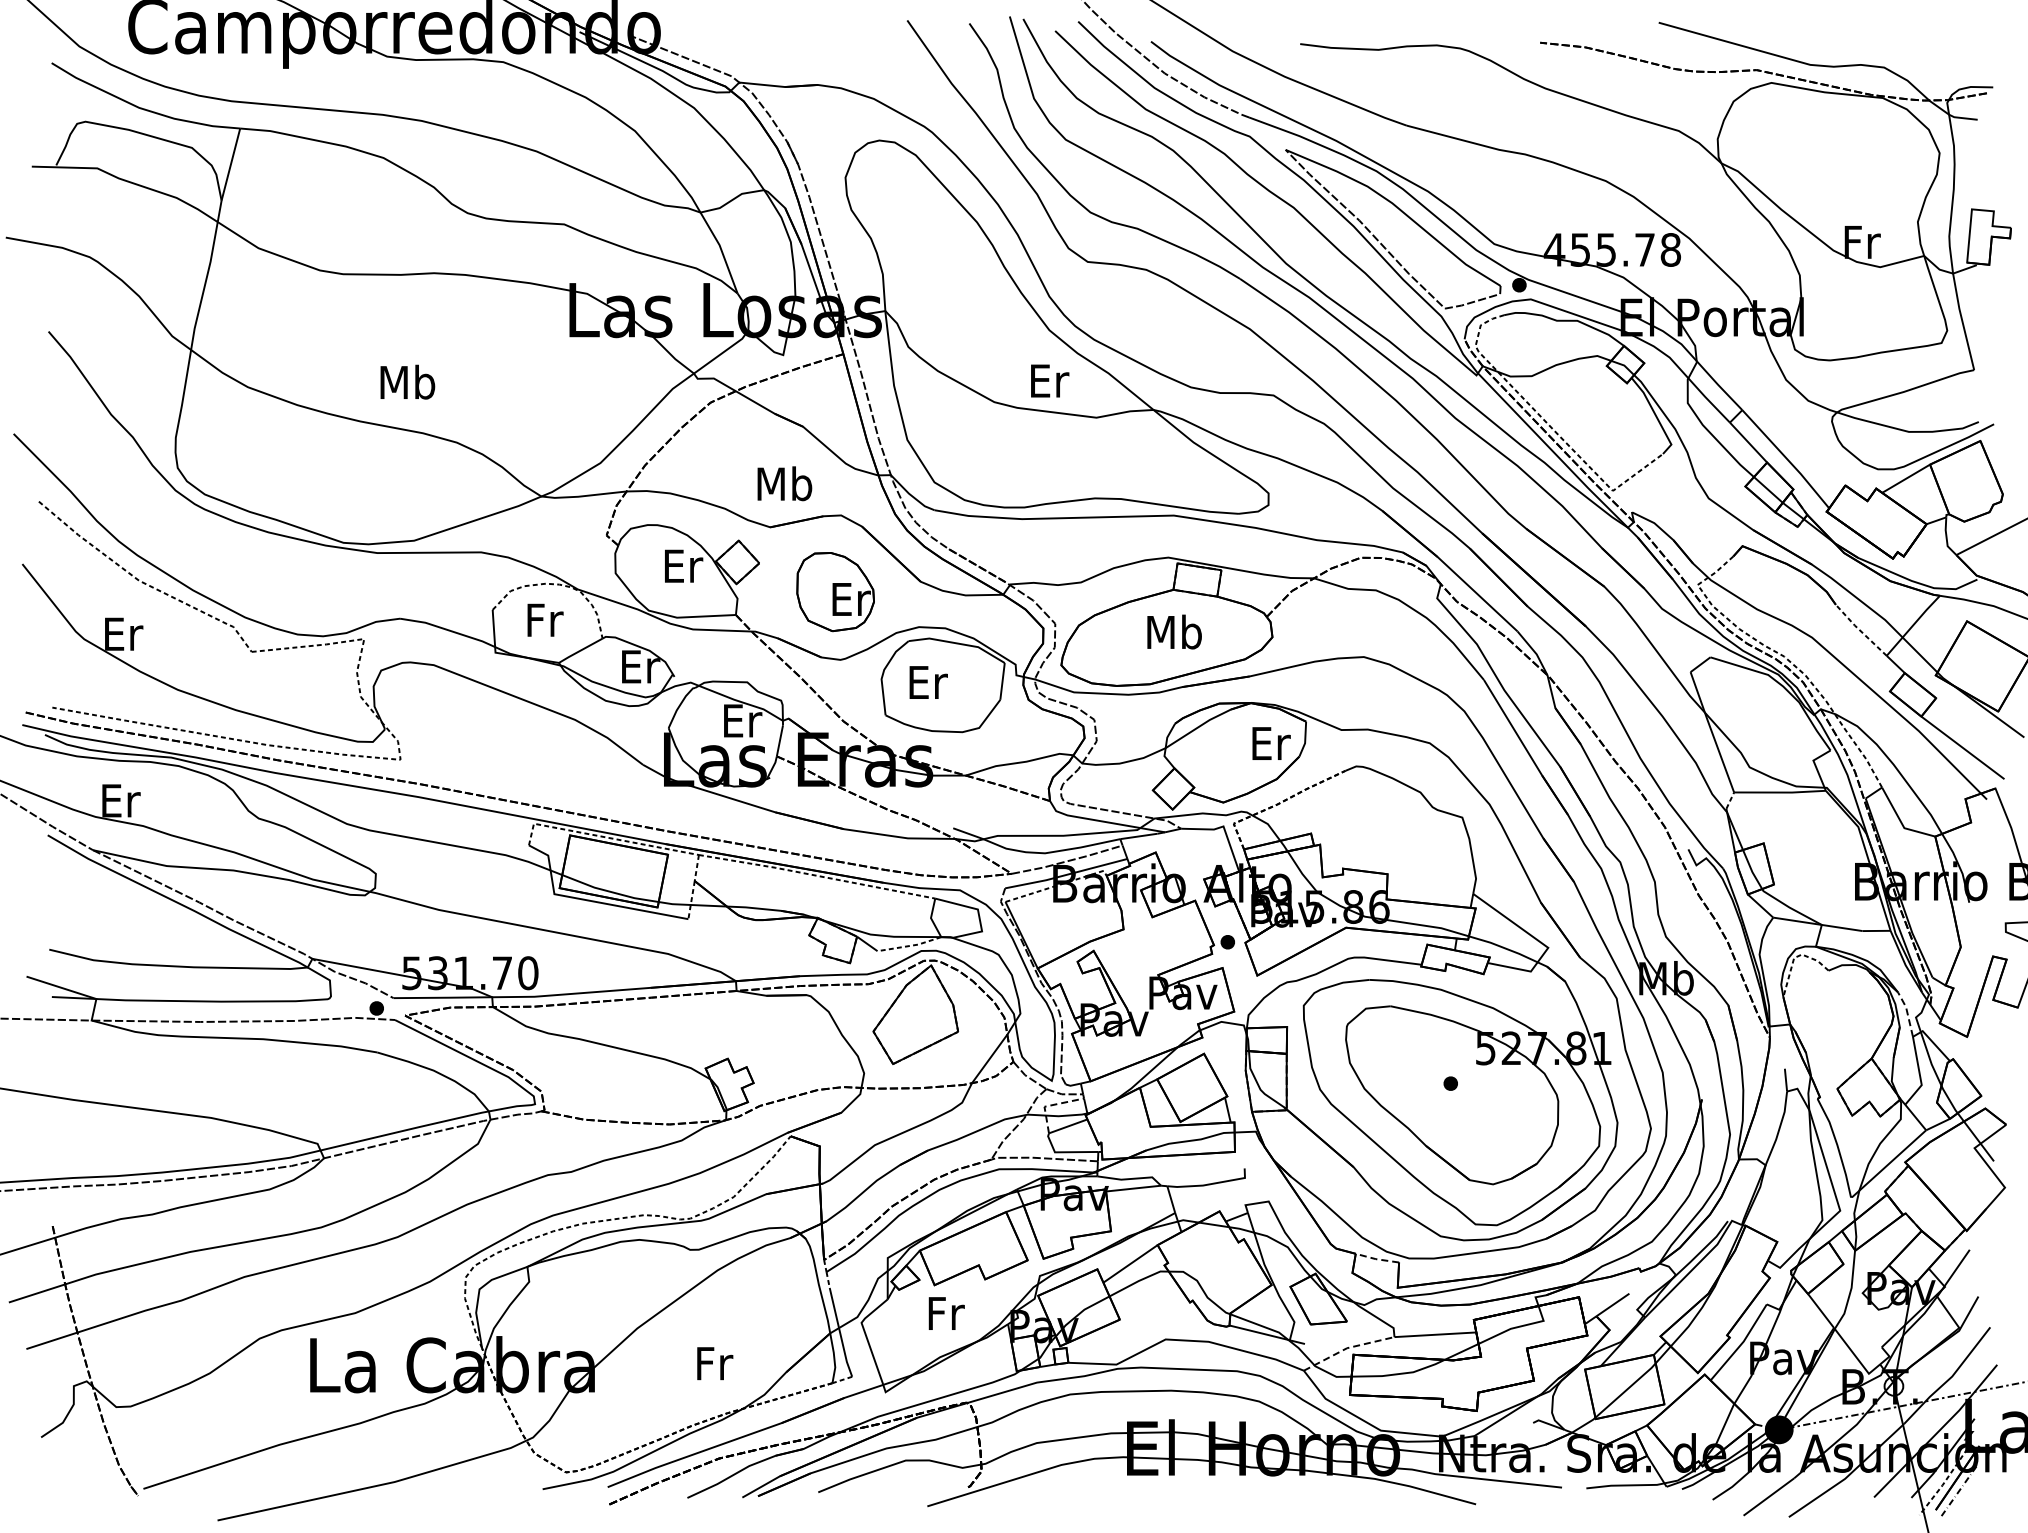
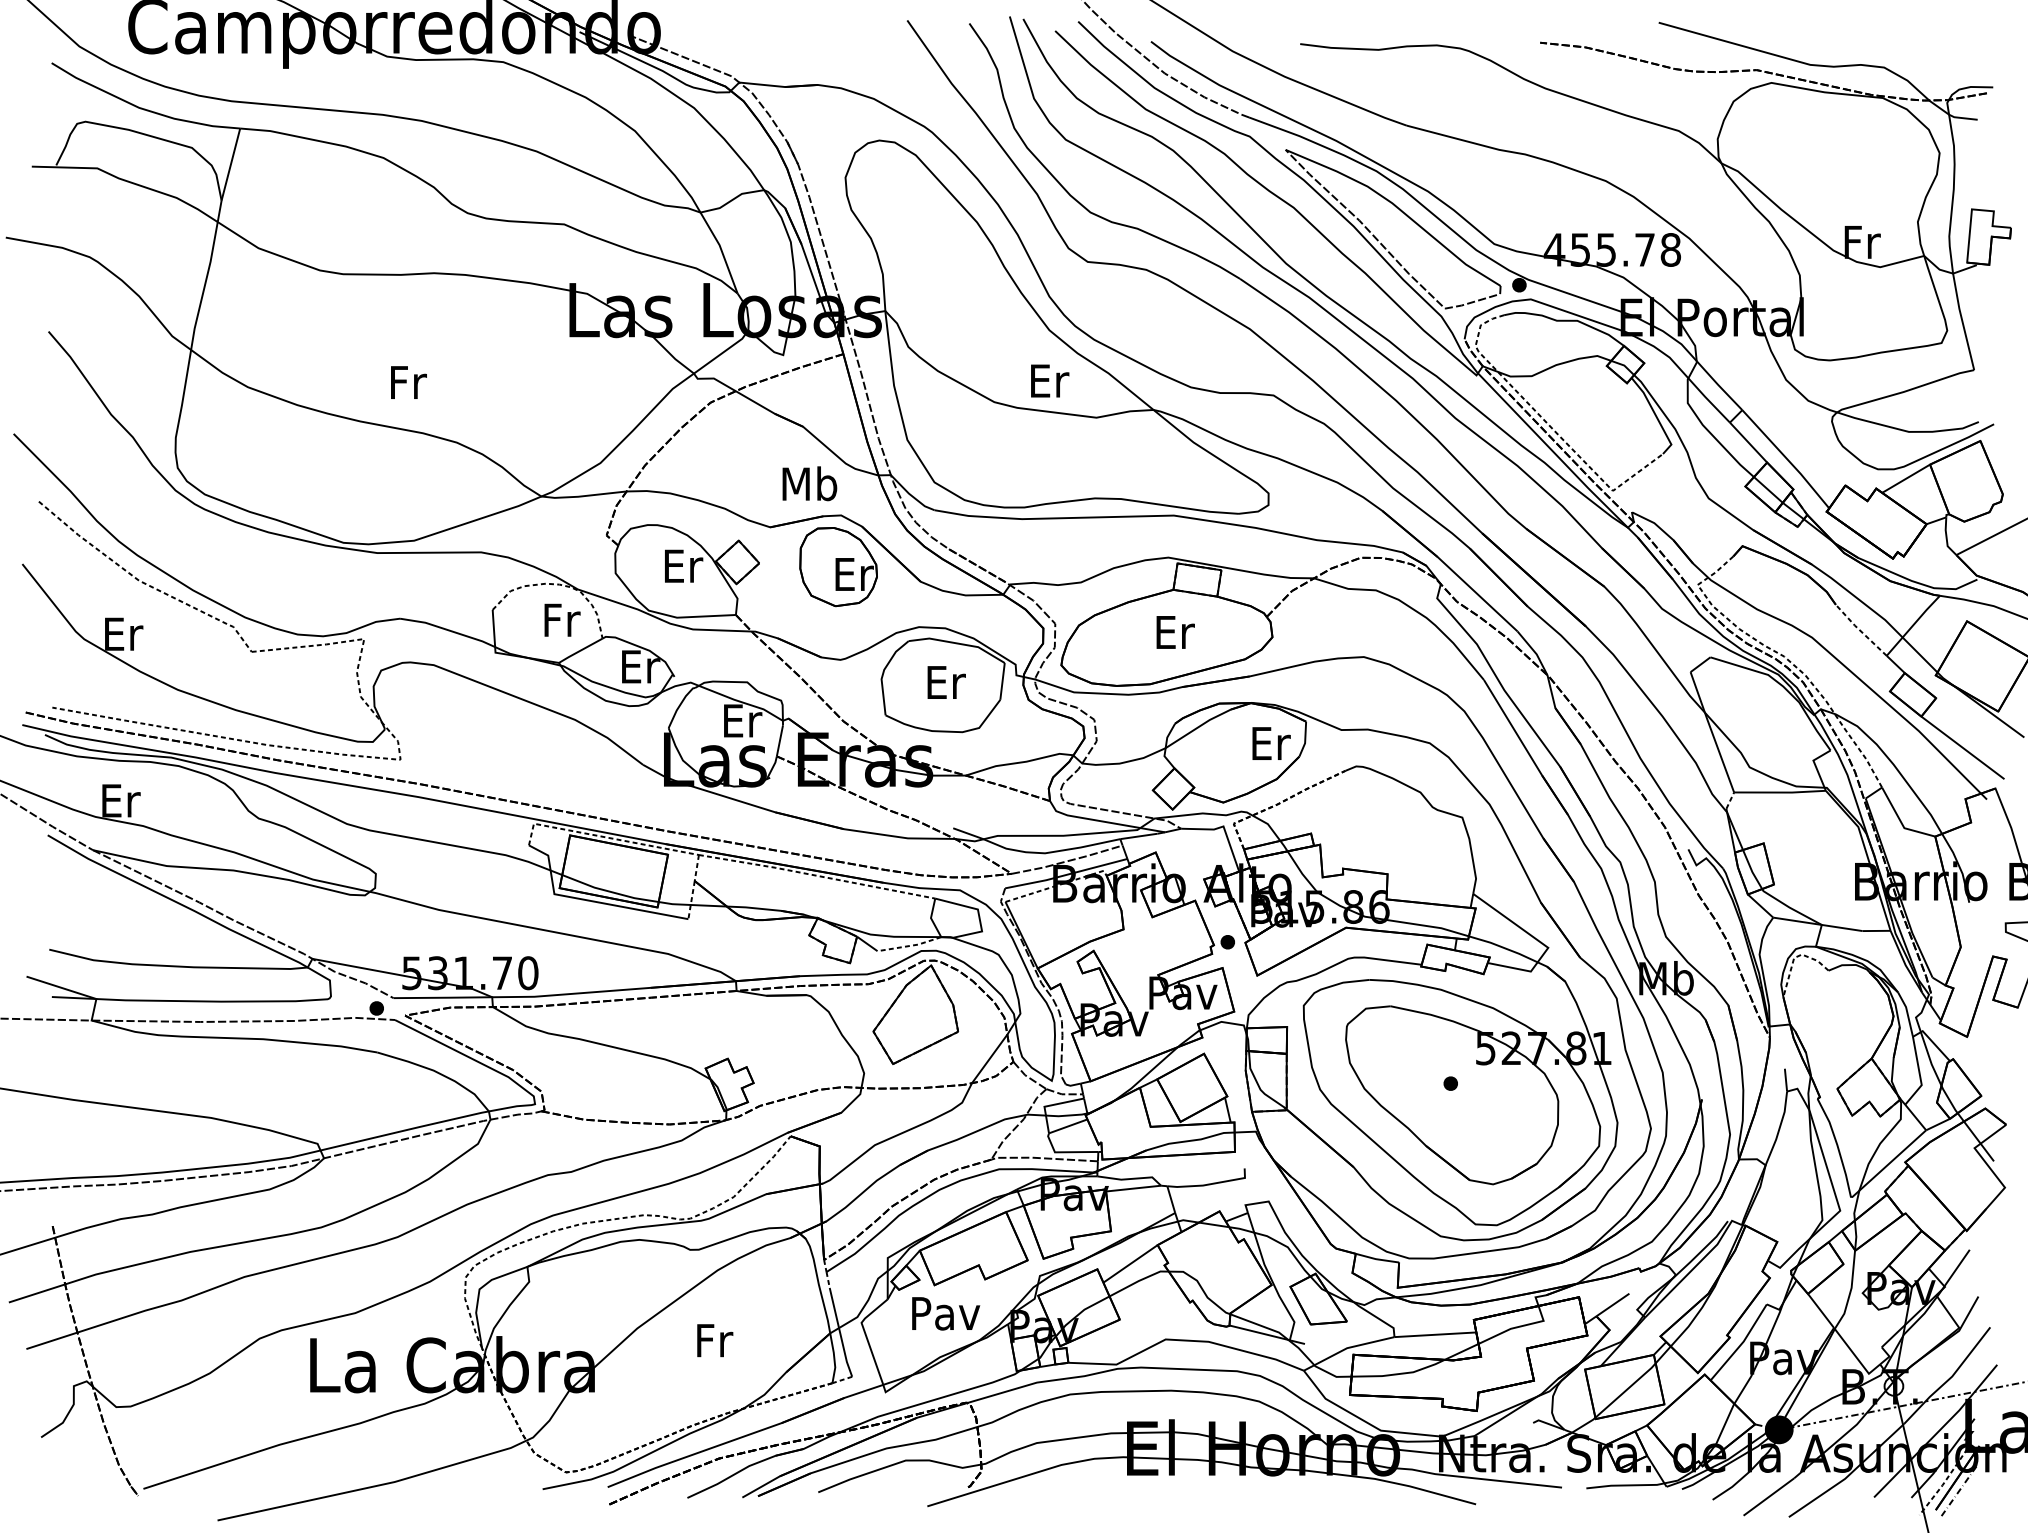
text at (407, 381): Mb -> Fr
text at (784, 483) position: (784, 483) -> (809, 483)
part at (835, 592) position: (835, 592) -> (838, 567)
text at (545, 619) position: (545, 619) -> (562, 619)
text at (1174, 631): Mb -> Er
text at (928, 682) position: (928, 682) -> (946, 682)
line at (1907, 1012): dashed -> solid
line at (1051, 1105): dashed -> solid
line at (1376, 1259): dashed -> solid
text at (946, 1313): Fr -> Pav
line at (1347, 1348): dashed -> solid
text at (715, 1363) position: (715, 1363) -> (715, 1340)
